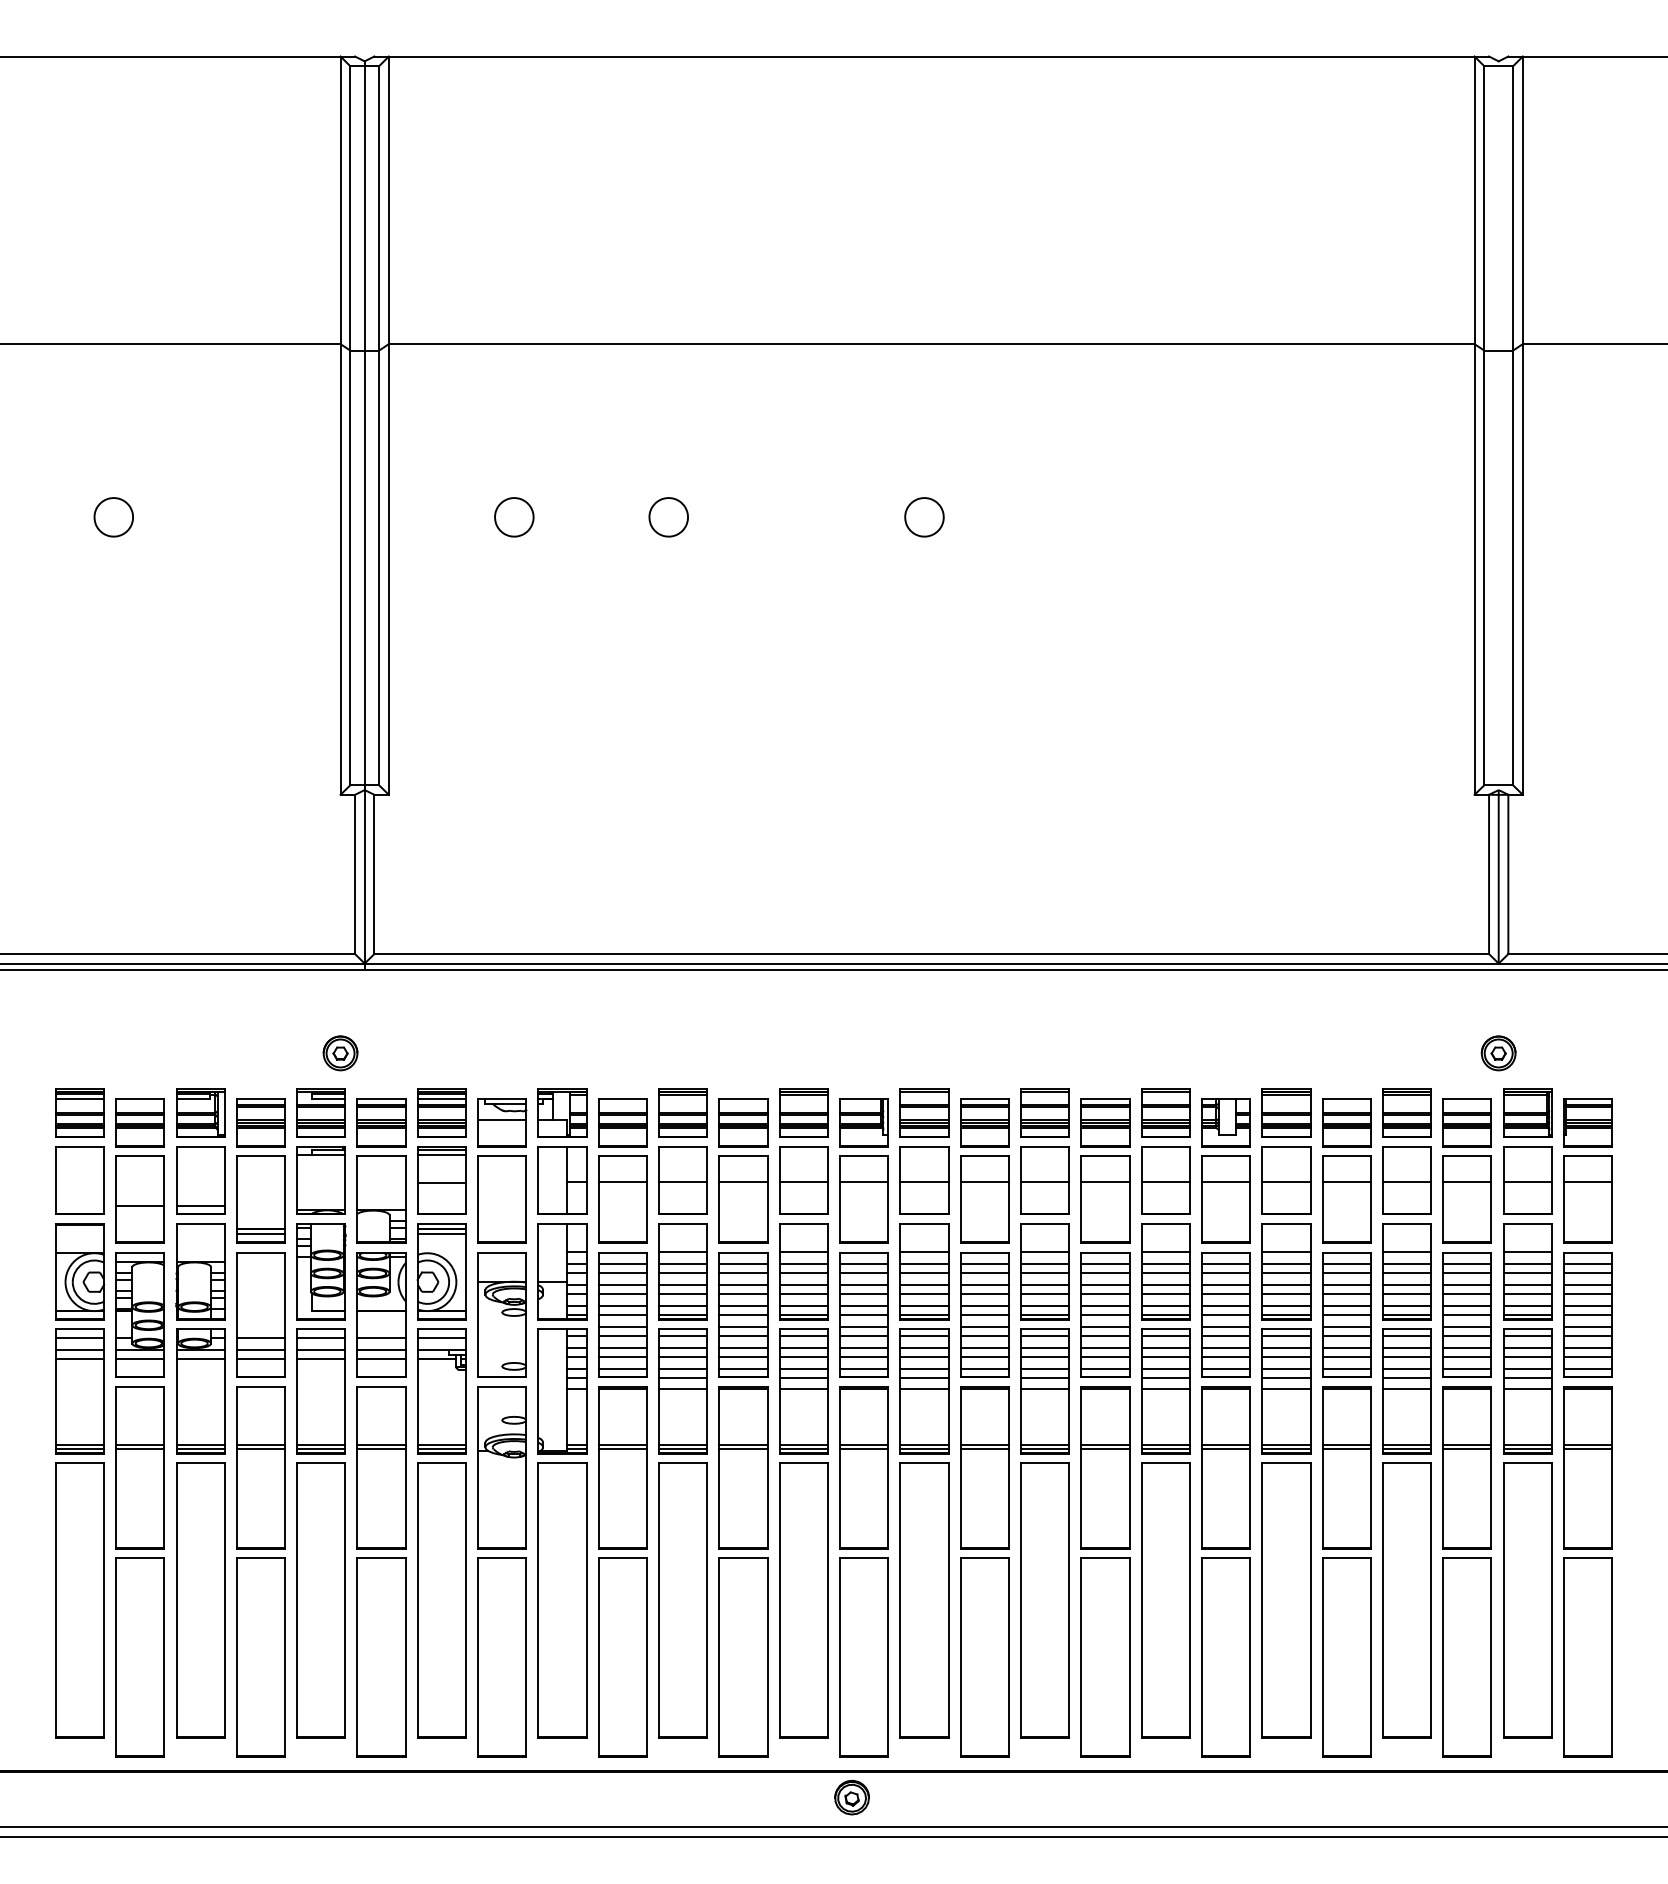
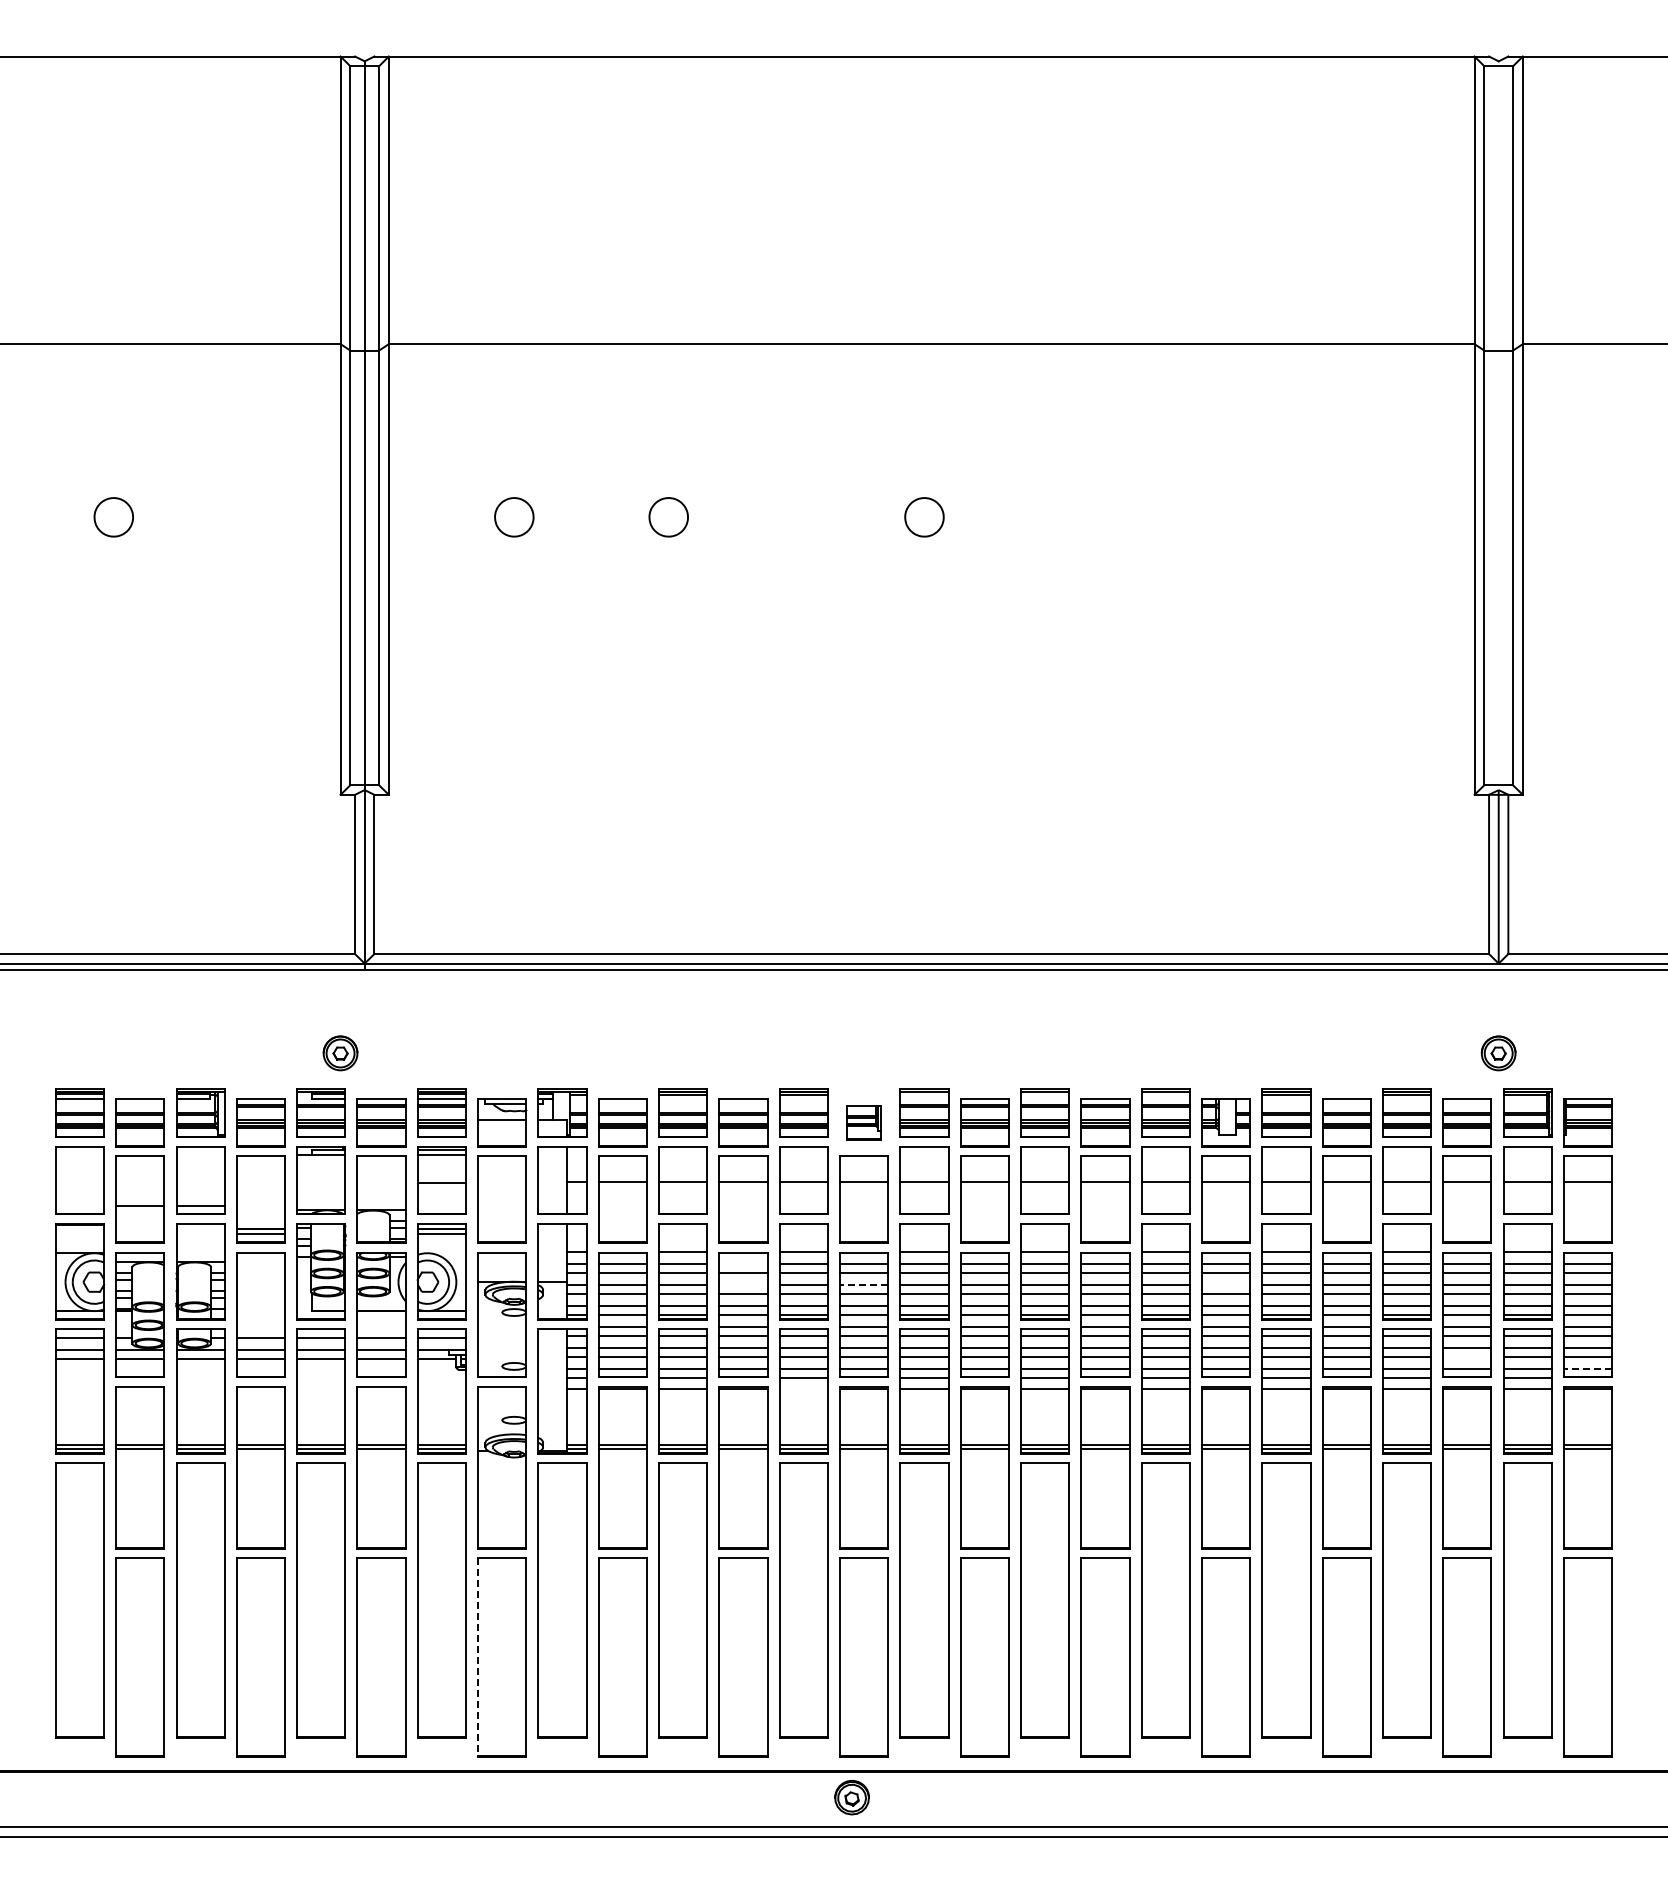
part at (863, 1122) size: 50x50 px -> 36x36 px
line at (743, 1264): present -> none
line at (743, 1285): present -> none
line at (863, 1285): solid -> dashed
line at (1225, 1285): present -> none
line at (1467, 1356): present -> none
line at (1587, 1369): solid -> dashed
line at (803, 1388): present -> none
line at (478, 1657): solid -> dashed
